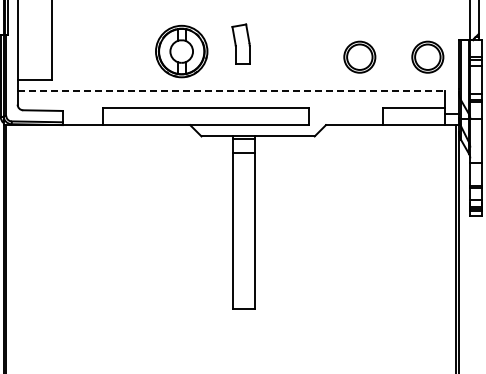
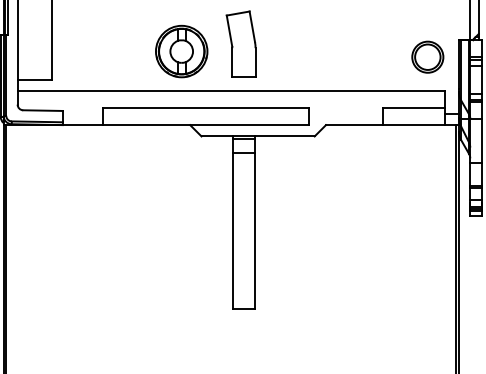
part at (240, 43) size: 20x42 px -> 32x68 px
part at (359, 56): present -> none
line at (231, 91): dashed -> solid
